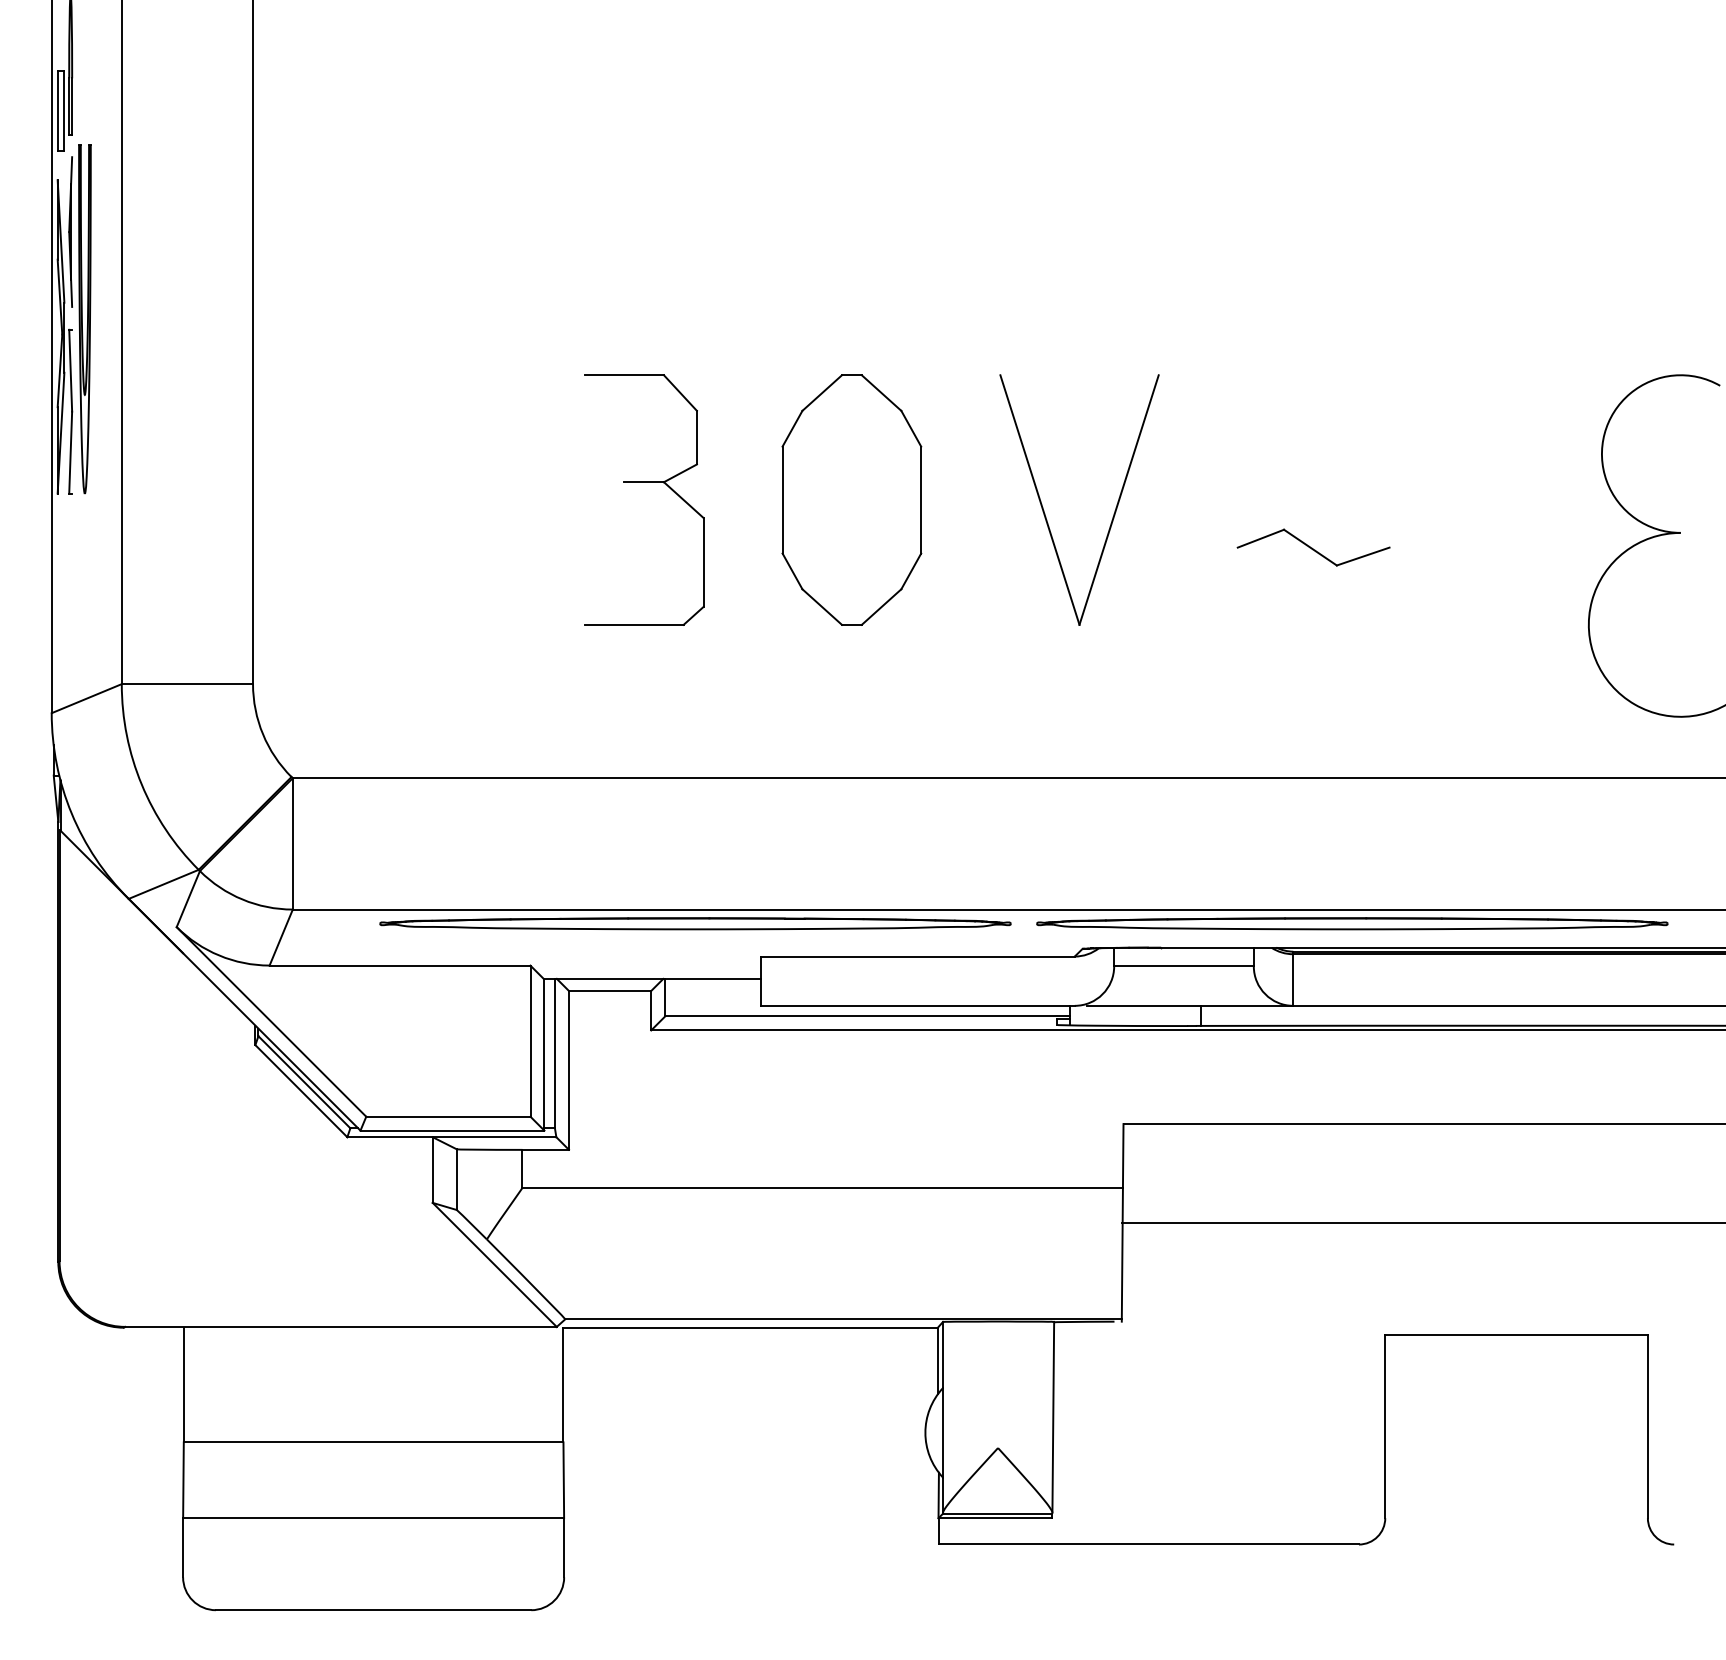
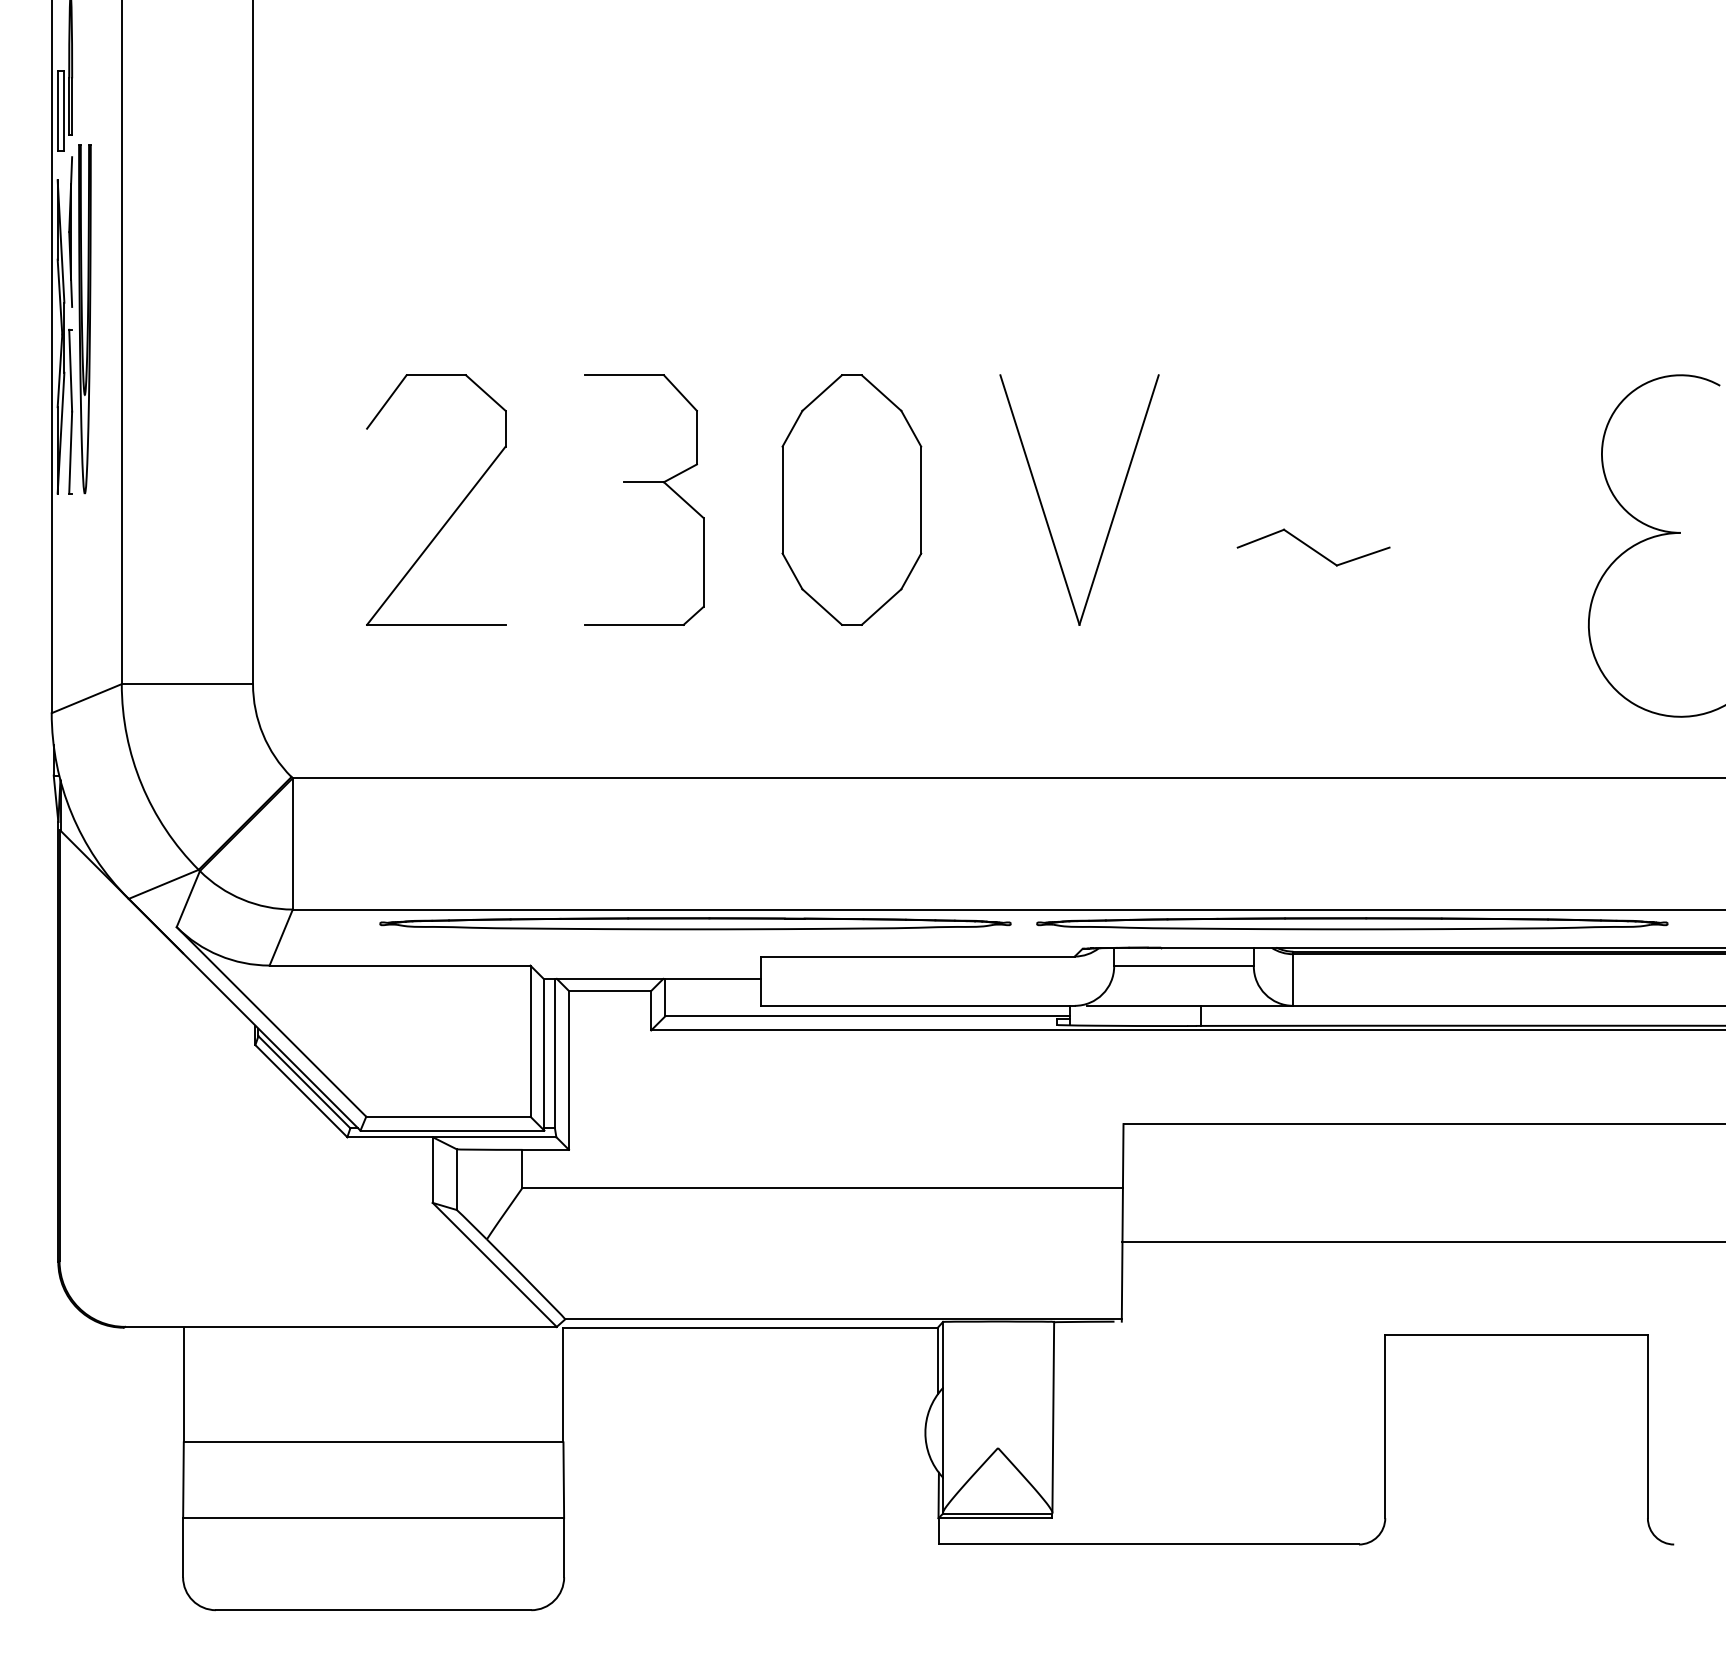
part at (454, 510): none -> present
line at (1422, 1223) position: (1422, 1223) -> (1422, 1242)
